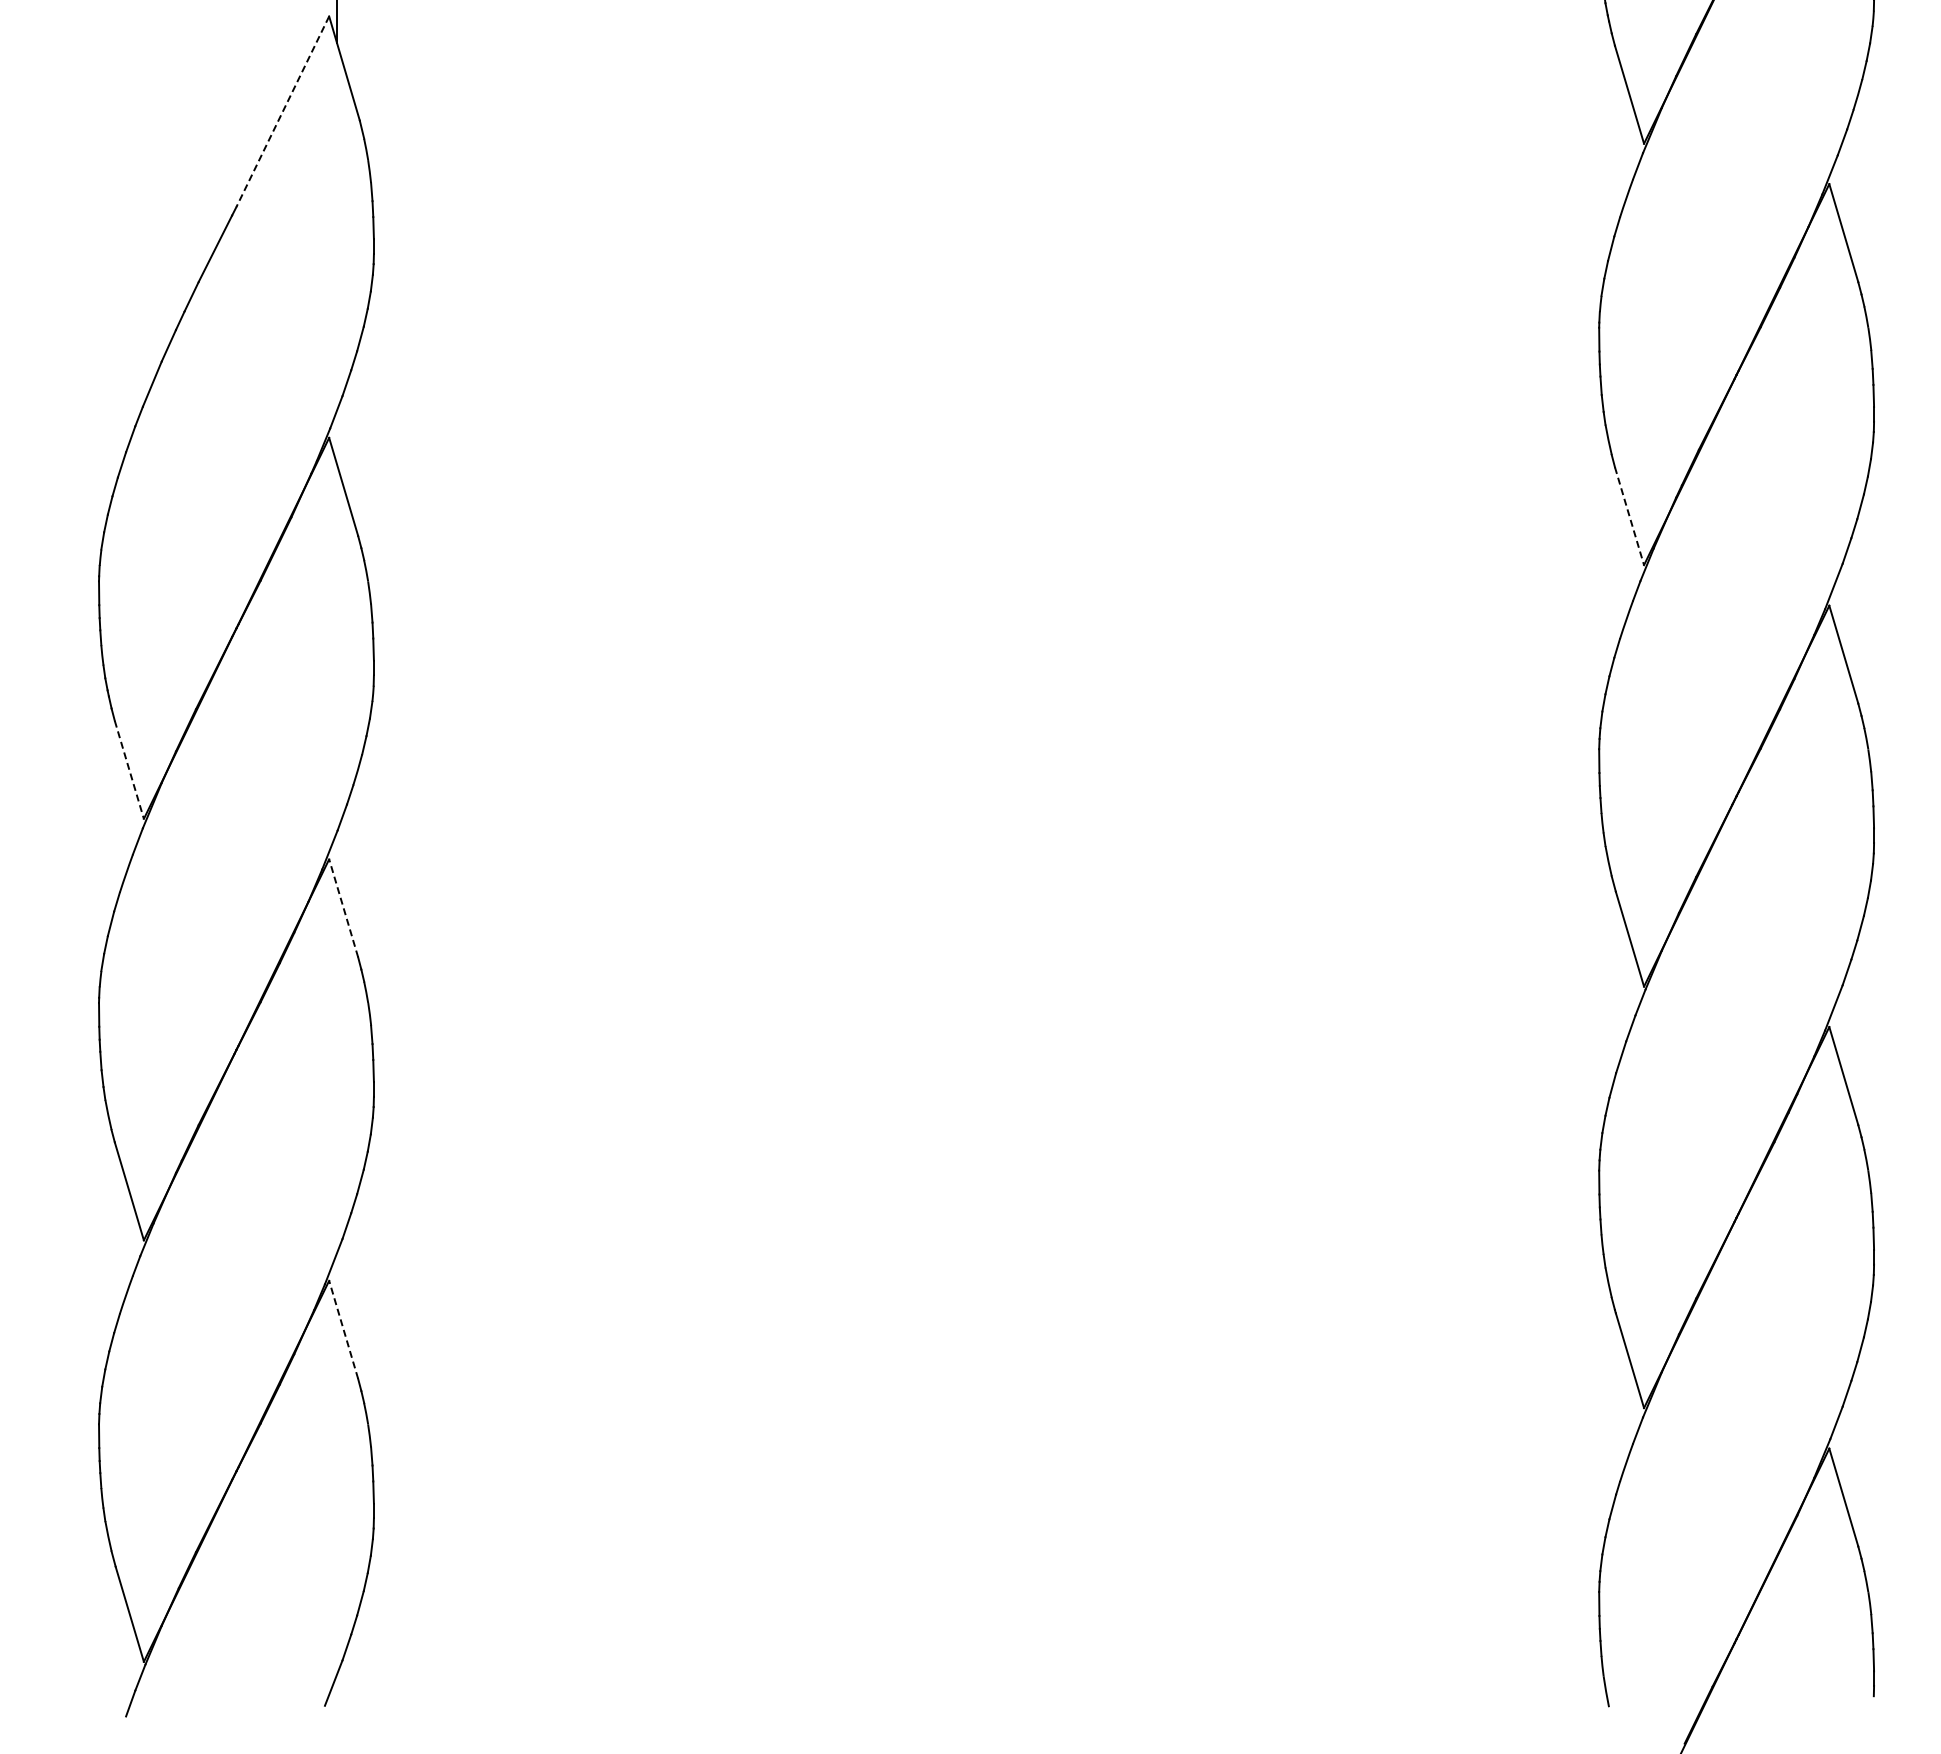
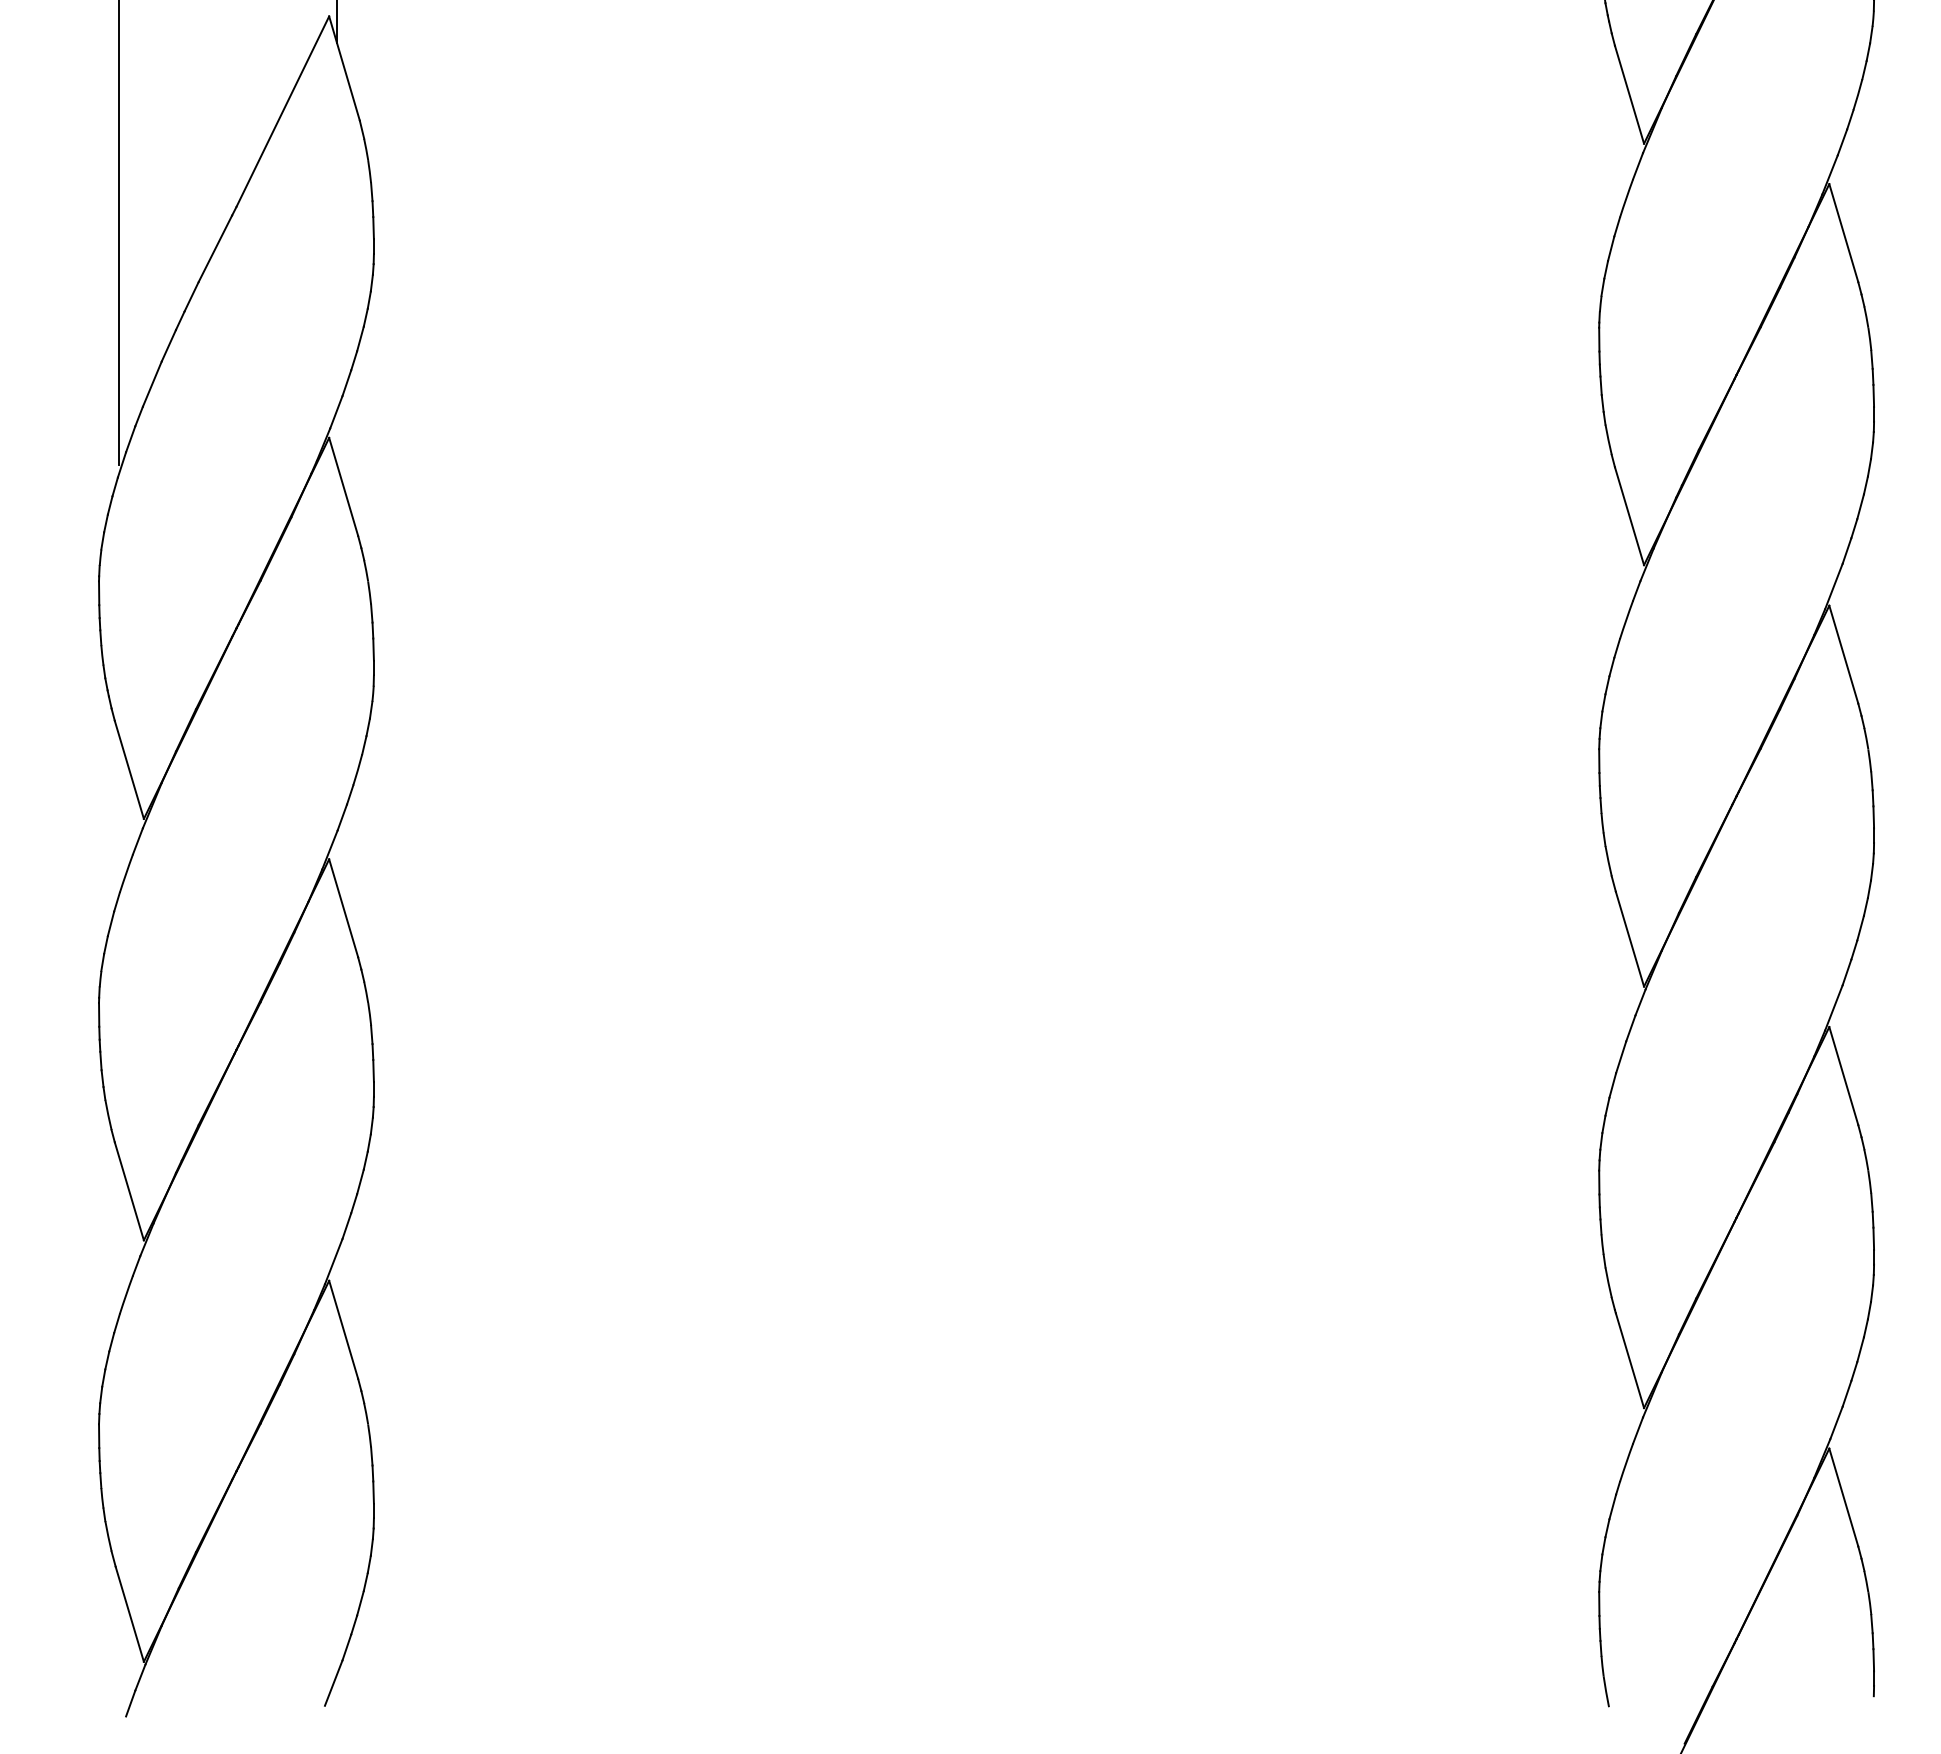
line at (282, 111): dashed -> solid
line at (118, 233): none -> present
line at (1629, 516): dashed -> solid
line at (129, 770): dashed -> solid
line at (343, 907): dashed -> solid
line at (343, 1329): dashed -> solid
